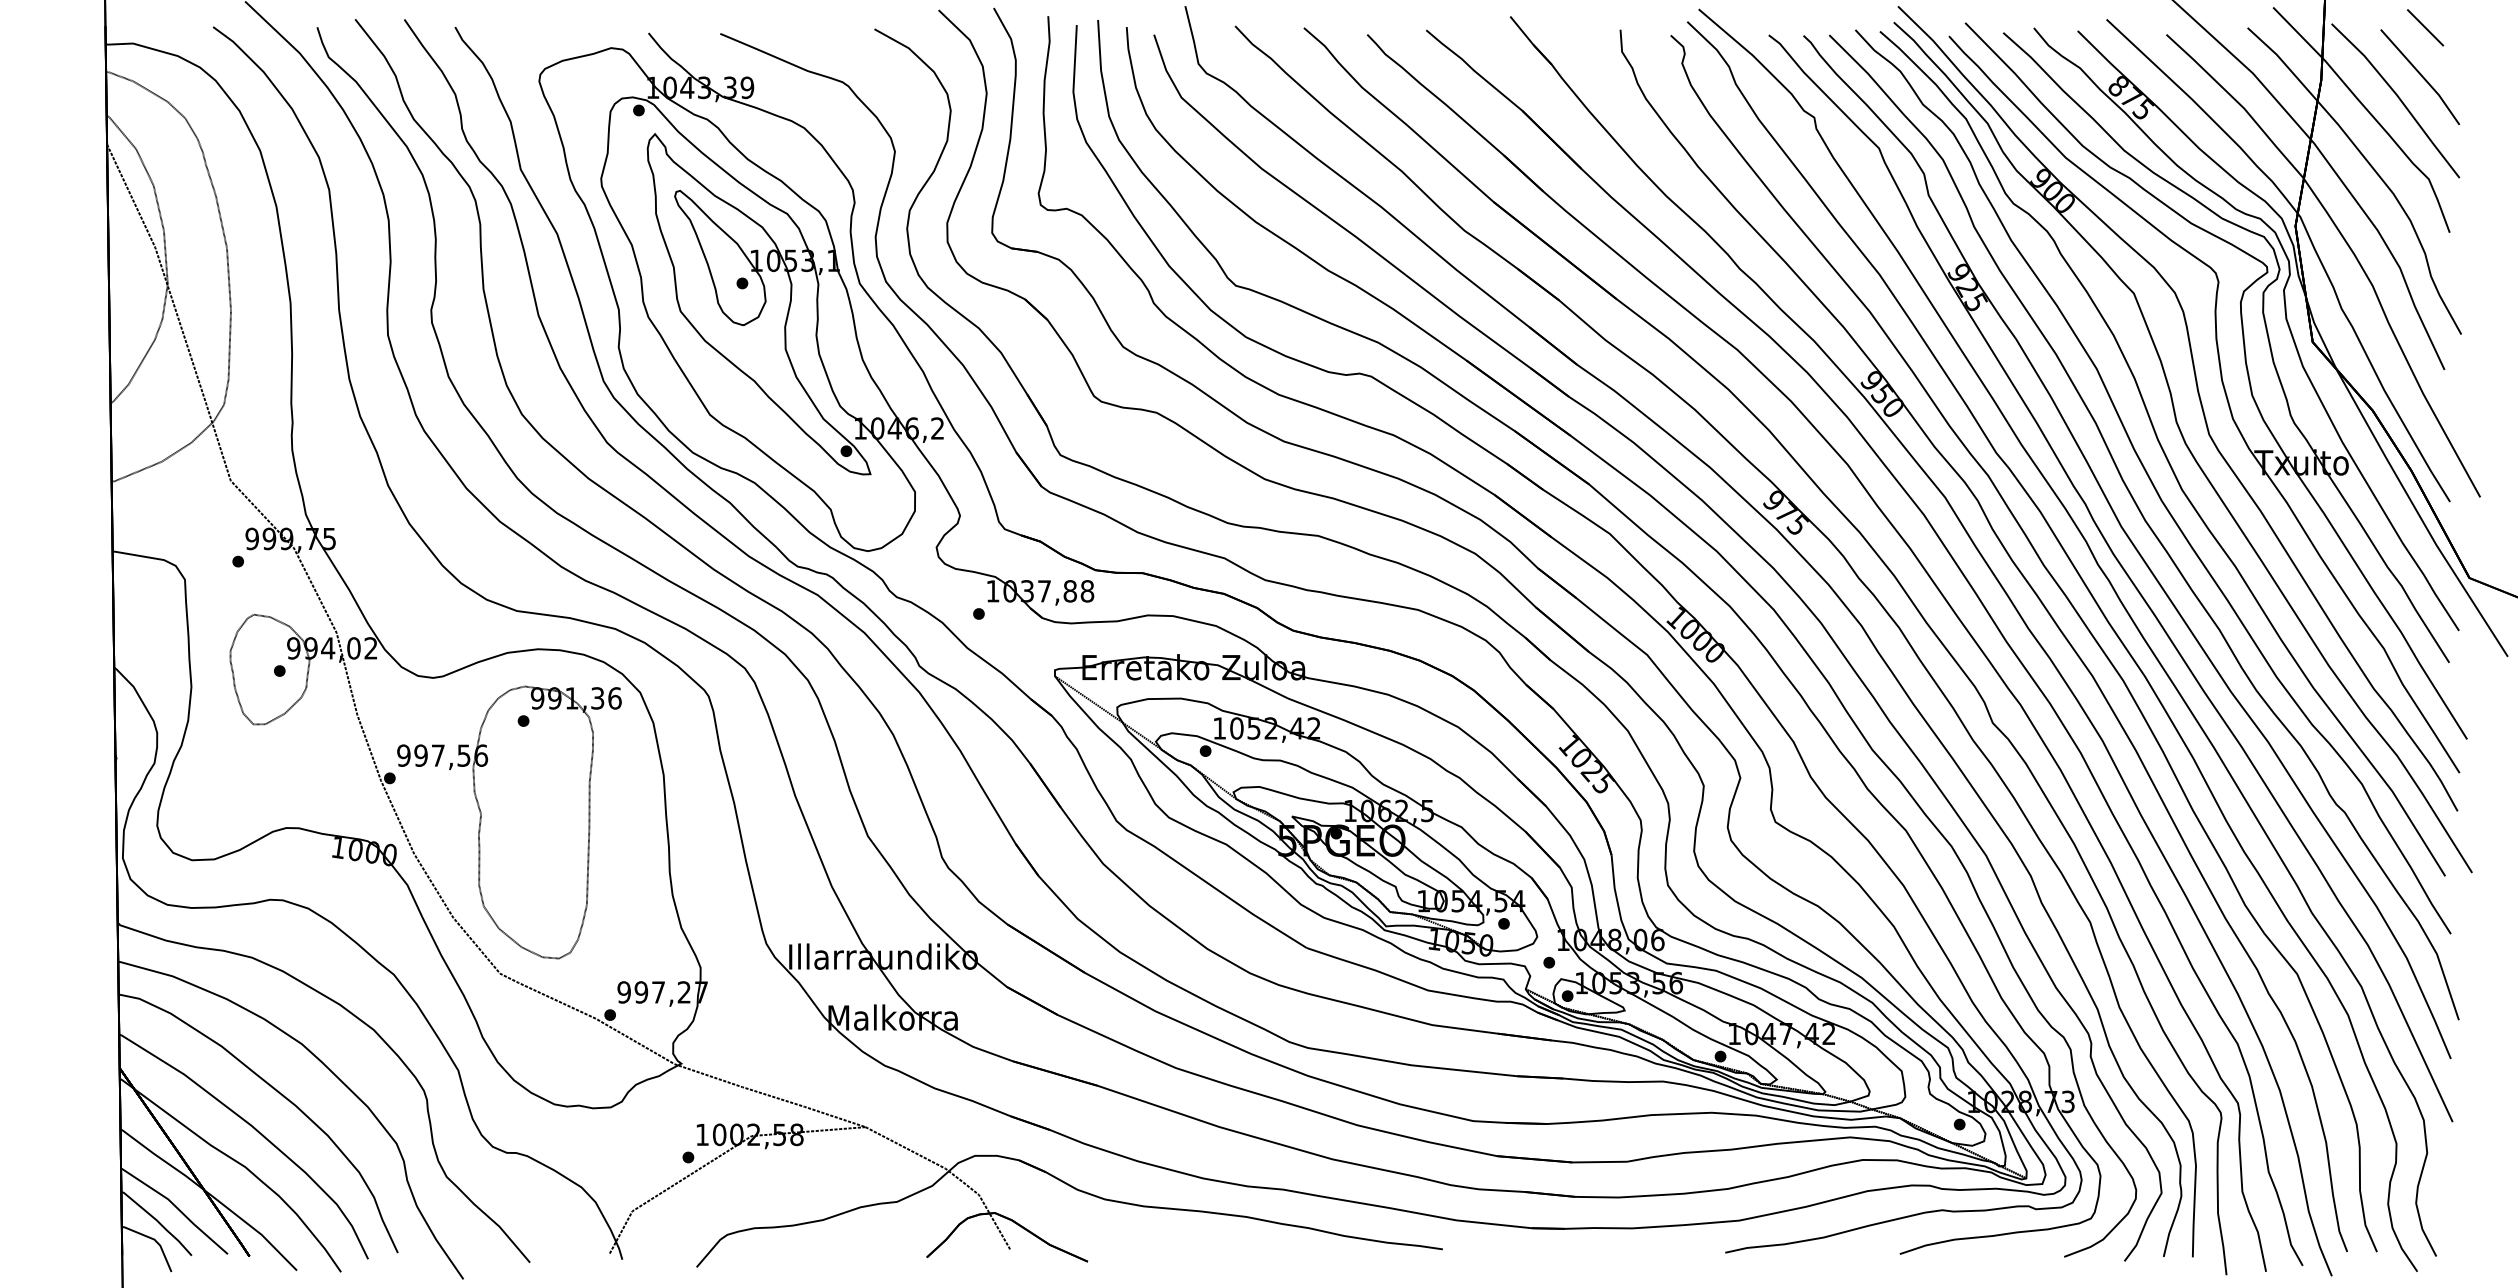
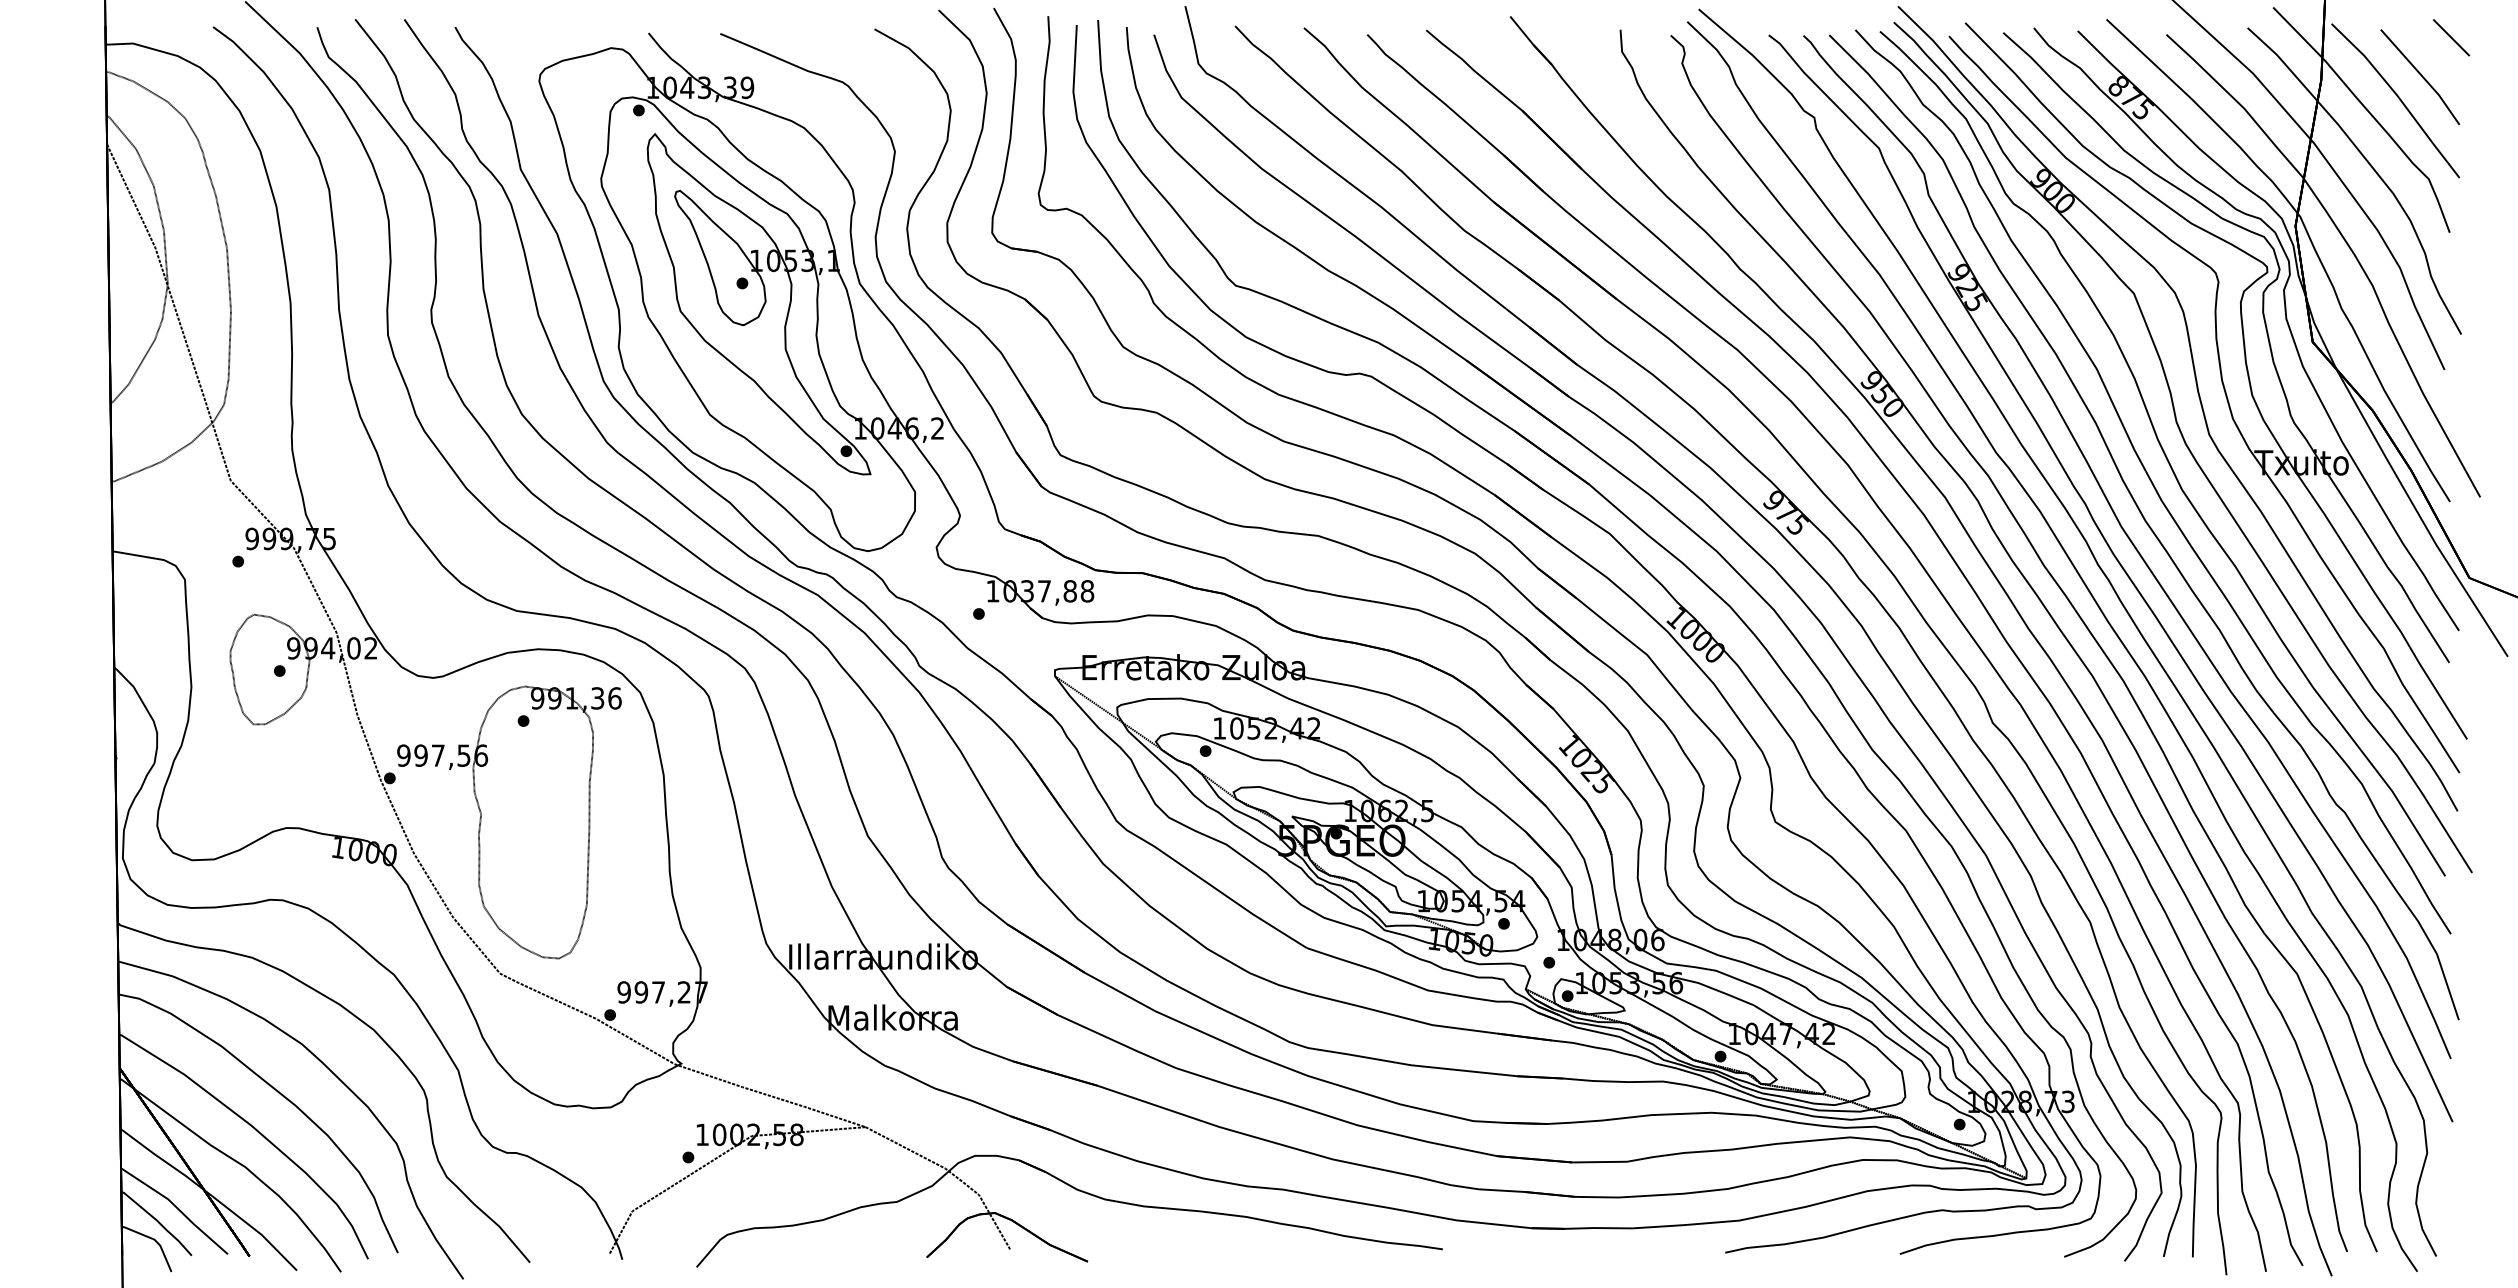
line at (2425, 27) position: (2425, 27) -> (2451, 37)
